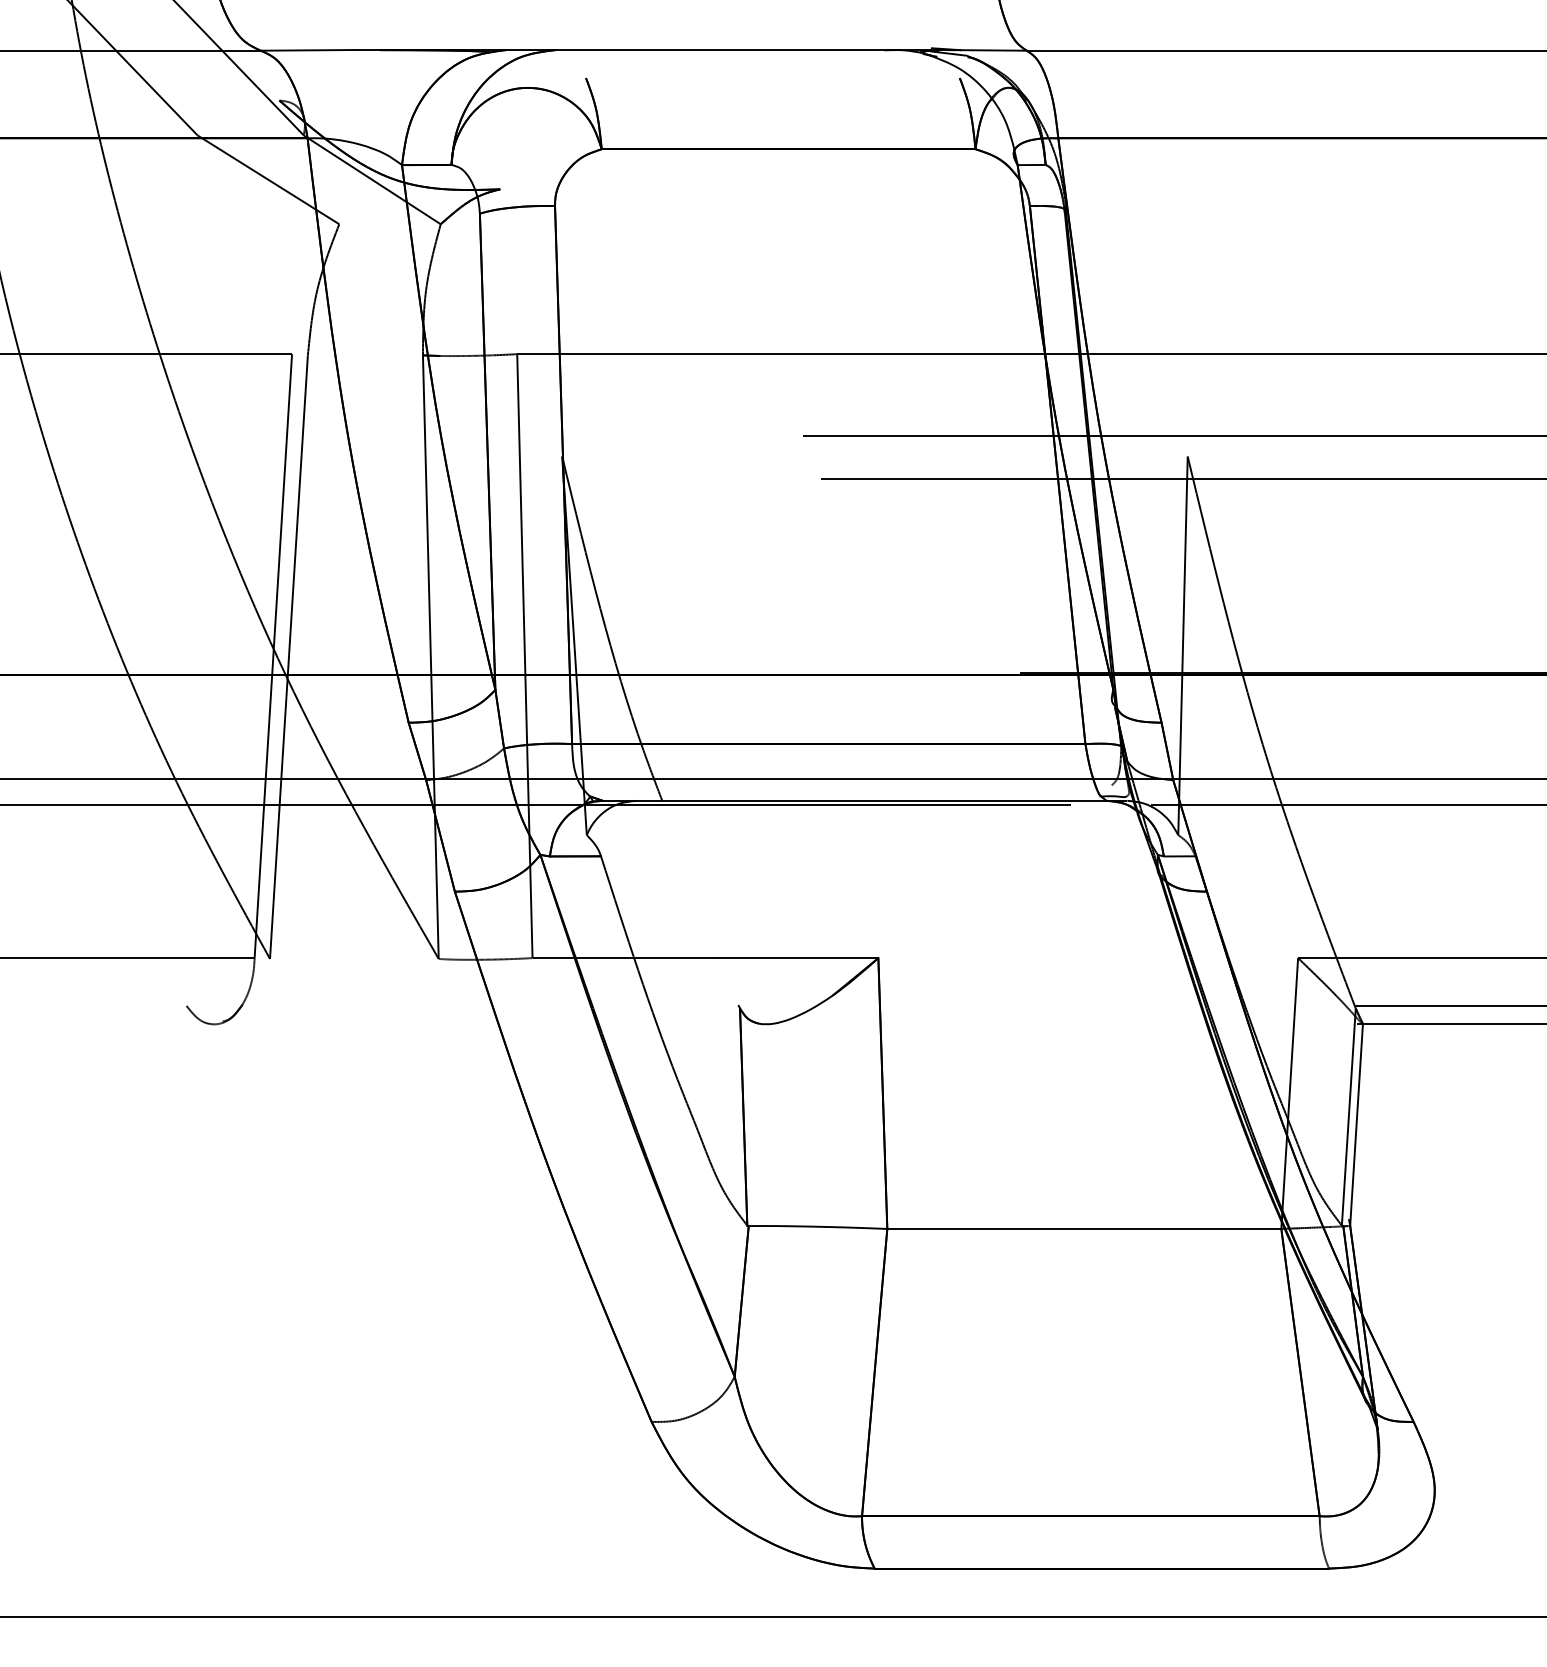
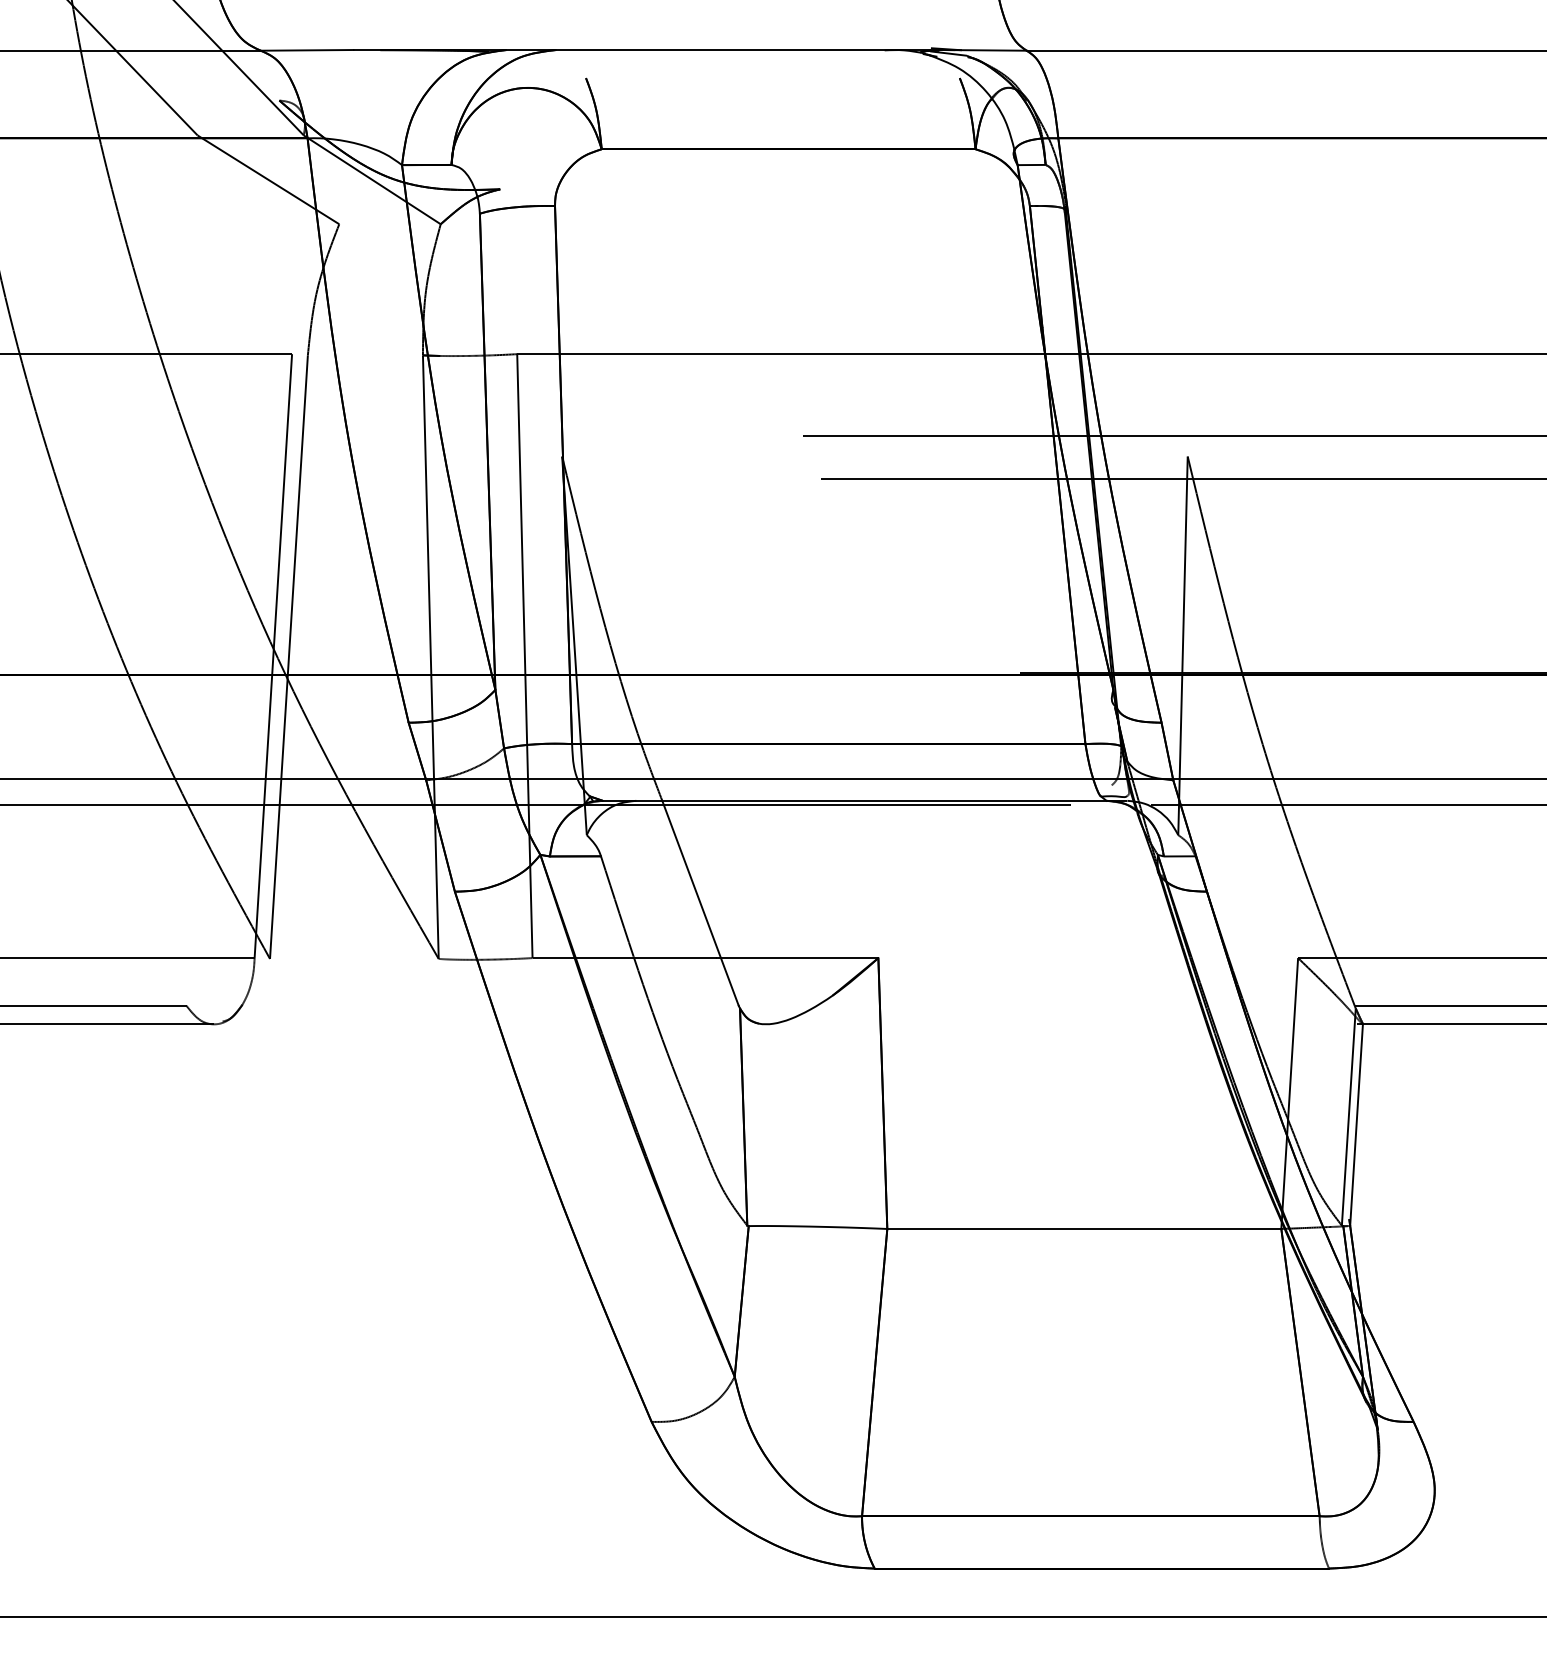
line at (700, 902): none -> present
line at (94, 1005): none -> present
line at (108, 1024): none -> present
